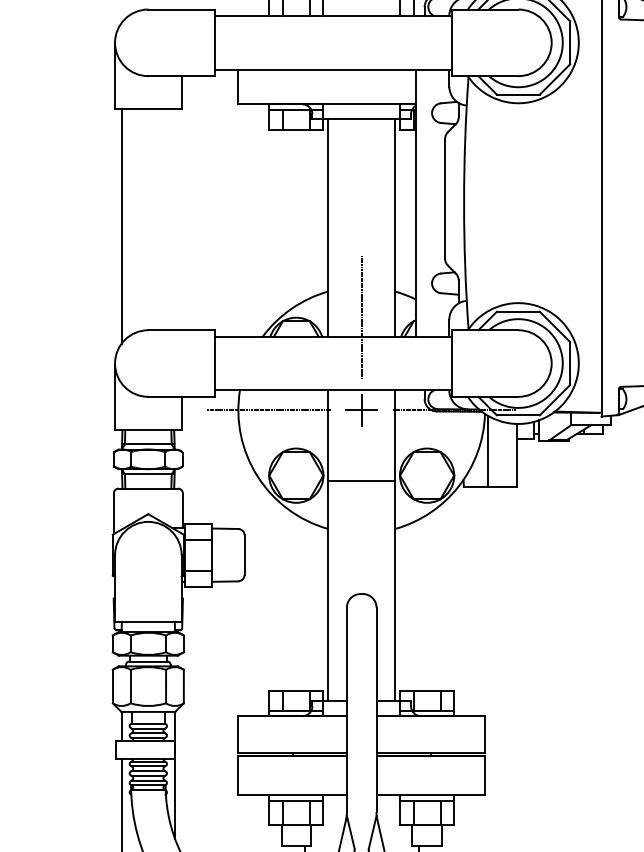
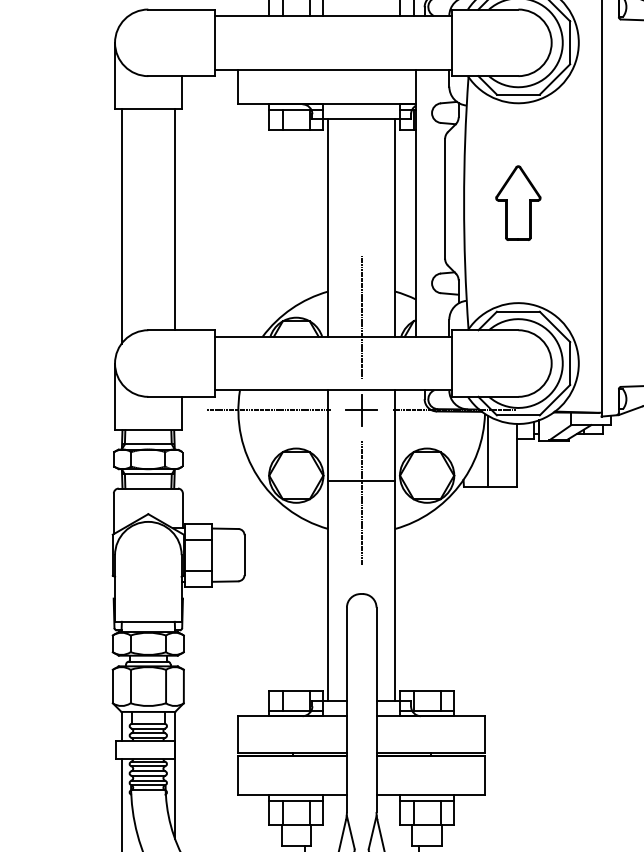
part at (518, 202): none -> present
line at (175, 219): none -> present
line at (361, 502): none -> present
